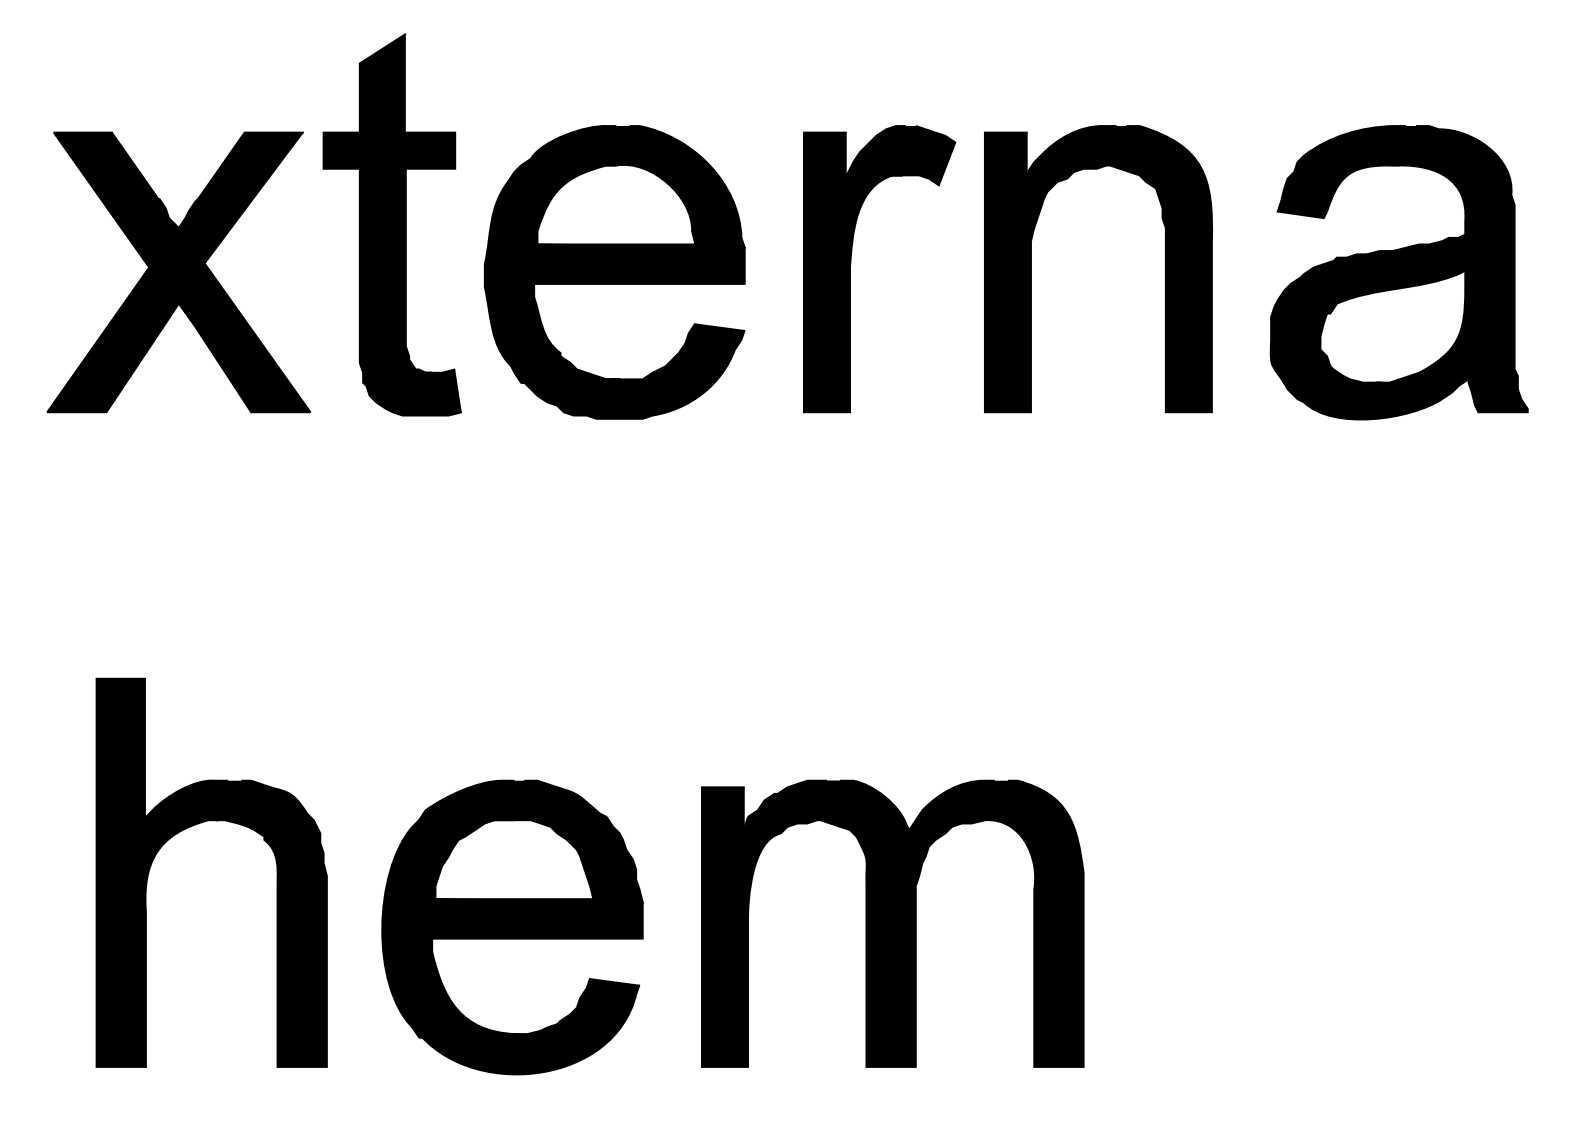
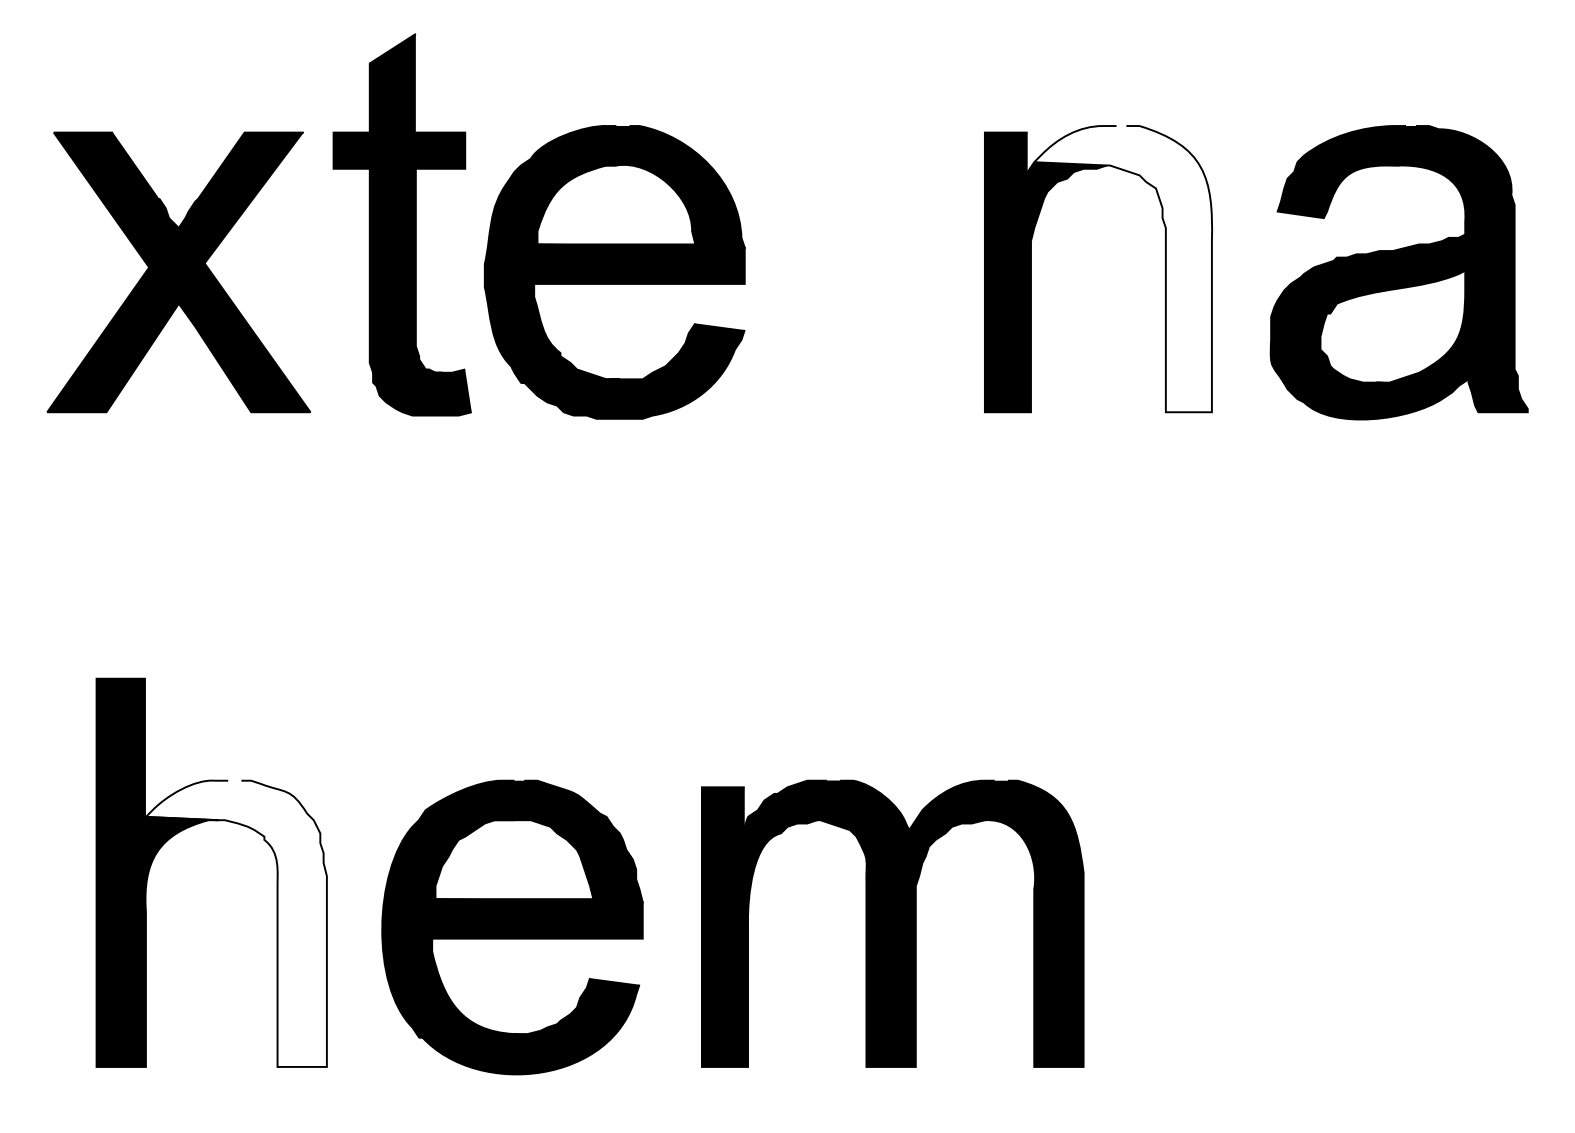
part at (391, 224) position: (391, 224) -> (401, 224)
part at (851, 264): present -> none
fill at (1123, 269): present -> none
fill at (235, 923): present -> none
